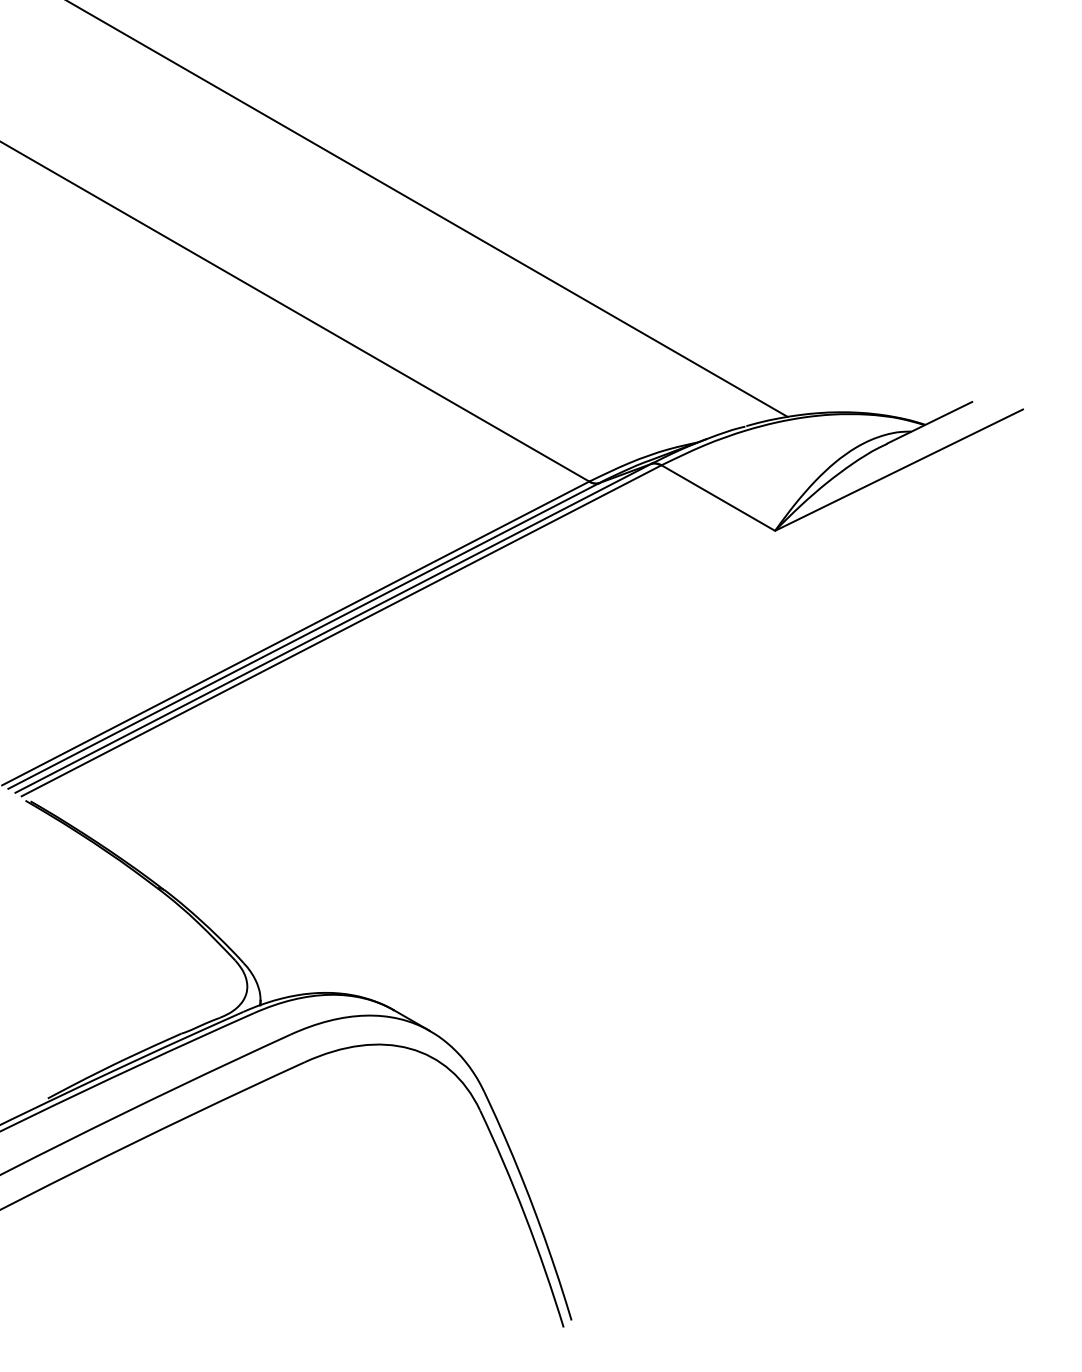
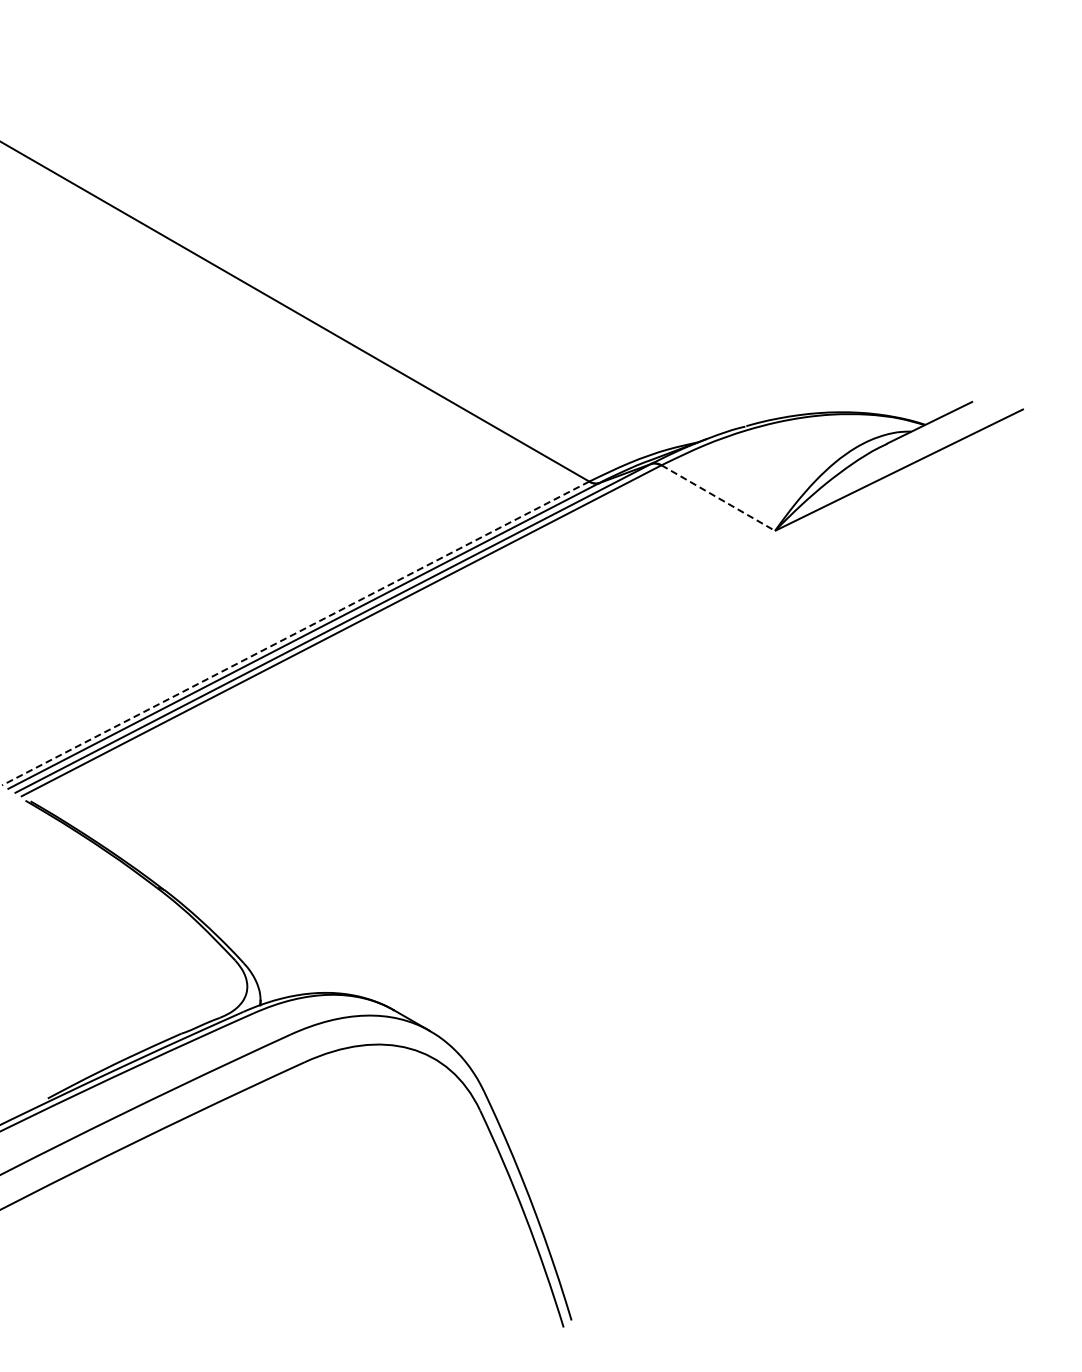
line at (428, 209): present -> none
line at (718, 498): solid -> dashed
line at (295, 633): solid -> dashed
